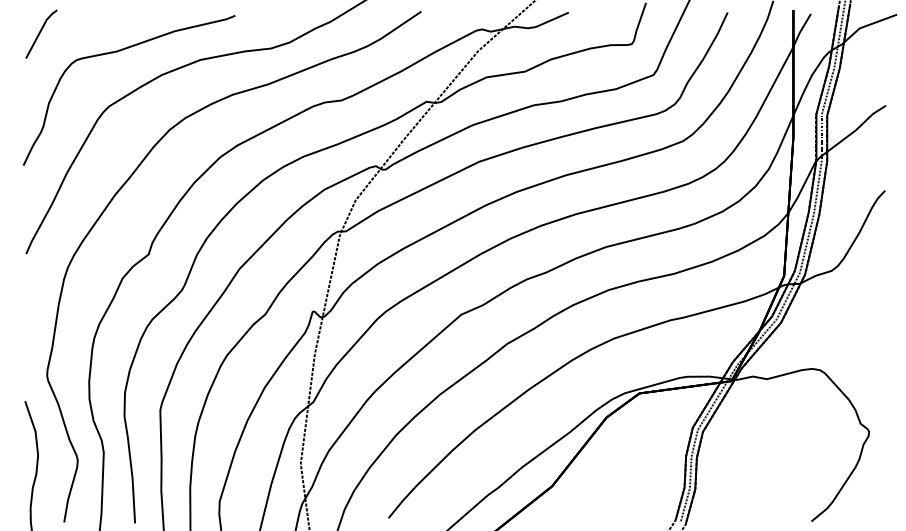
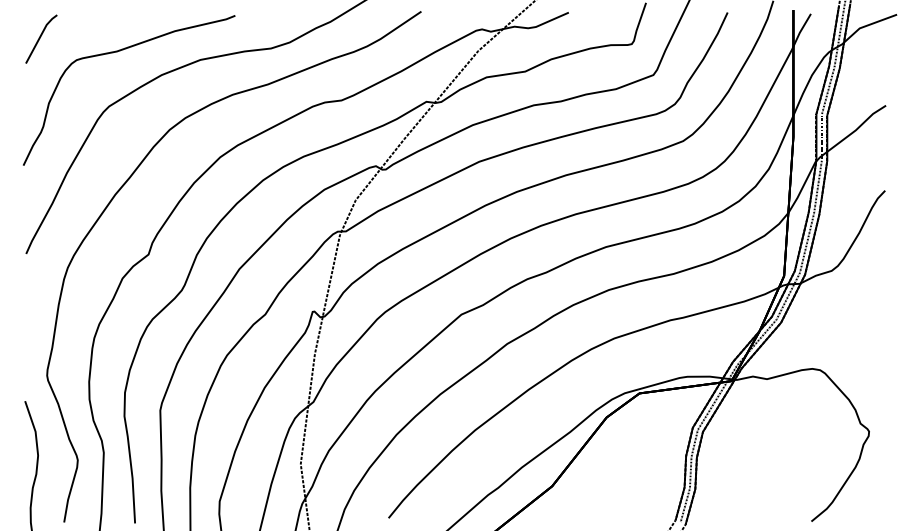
part at (41, 33) position: (41, 33) -> (41, 38)
